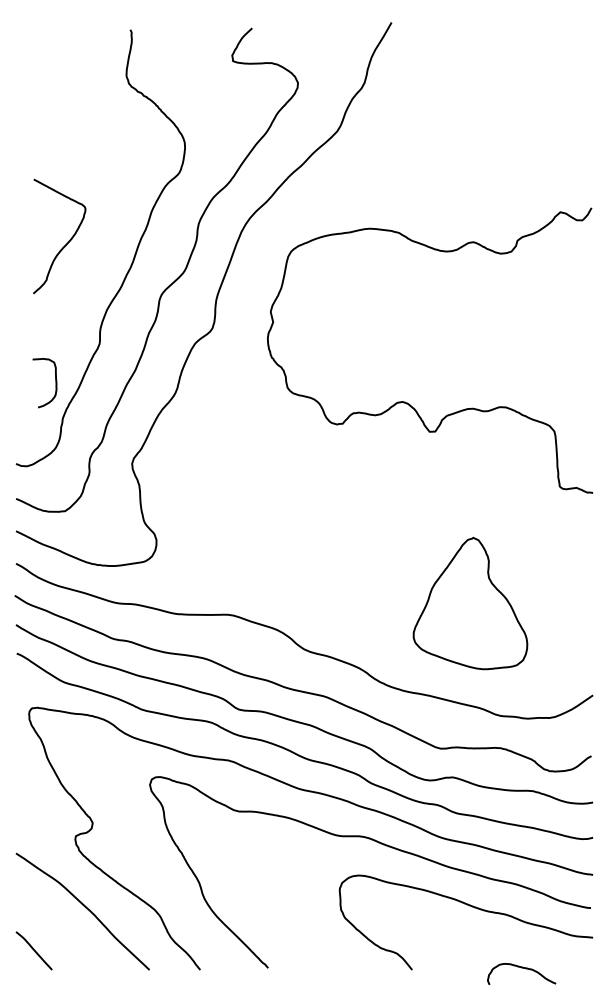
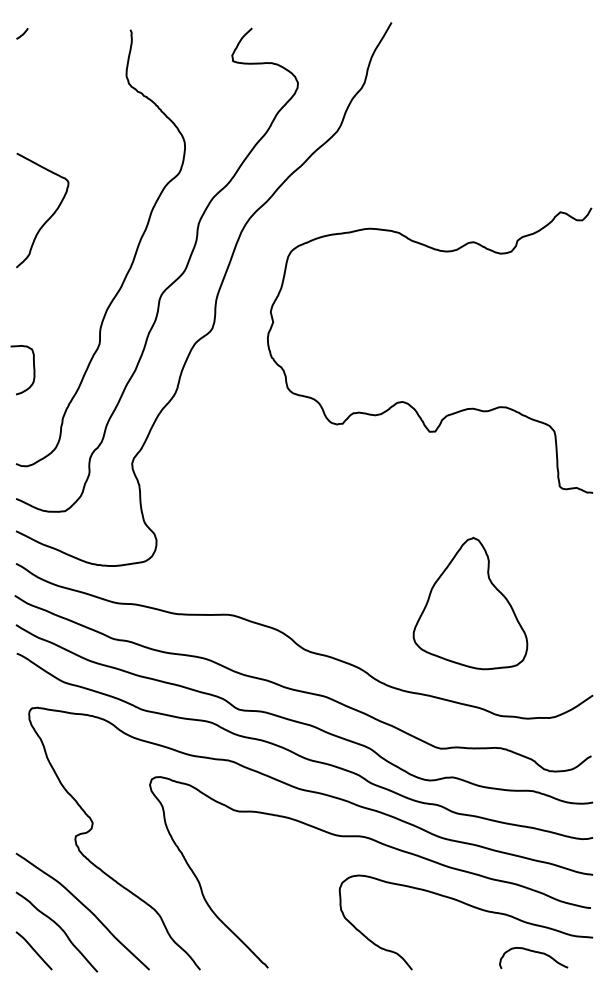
line at (22, 33): none -> present
curve at (68, 240) position: (68, 240) -> (51, 214)
curve at (55, 383) position: (55, 383) -> (33, 370)
curve at (59, 928): none -> present
curve at (521, 968) position: (521, 968) -> (533, 952)
